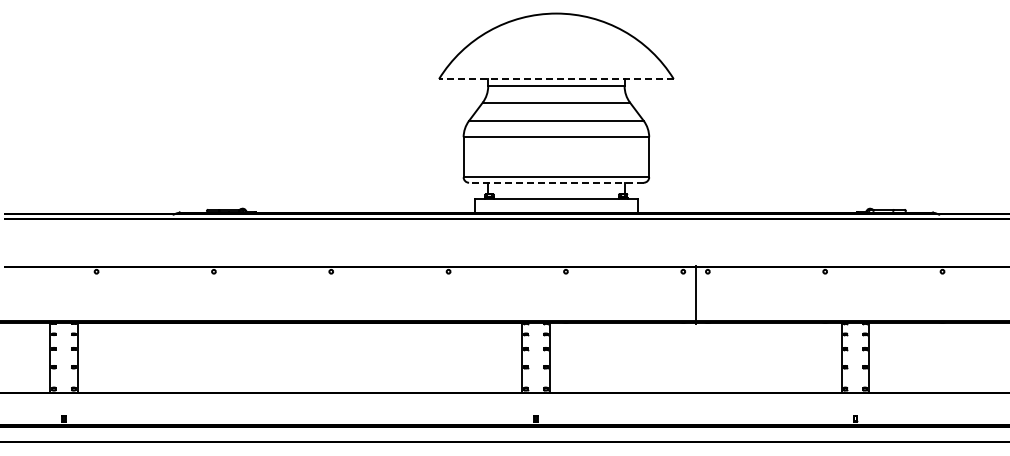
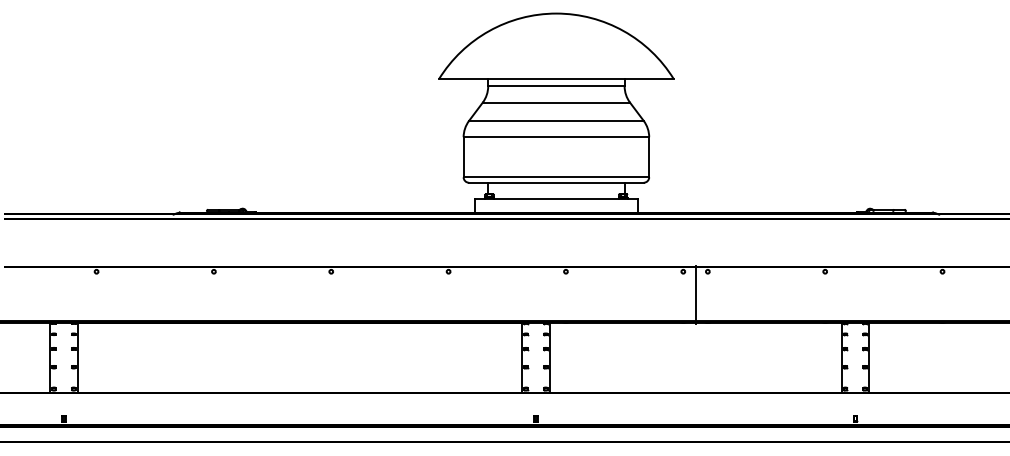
line at (555, 79): dashed -> solid
line at (555, 182): dashed -> solid
